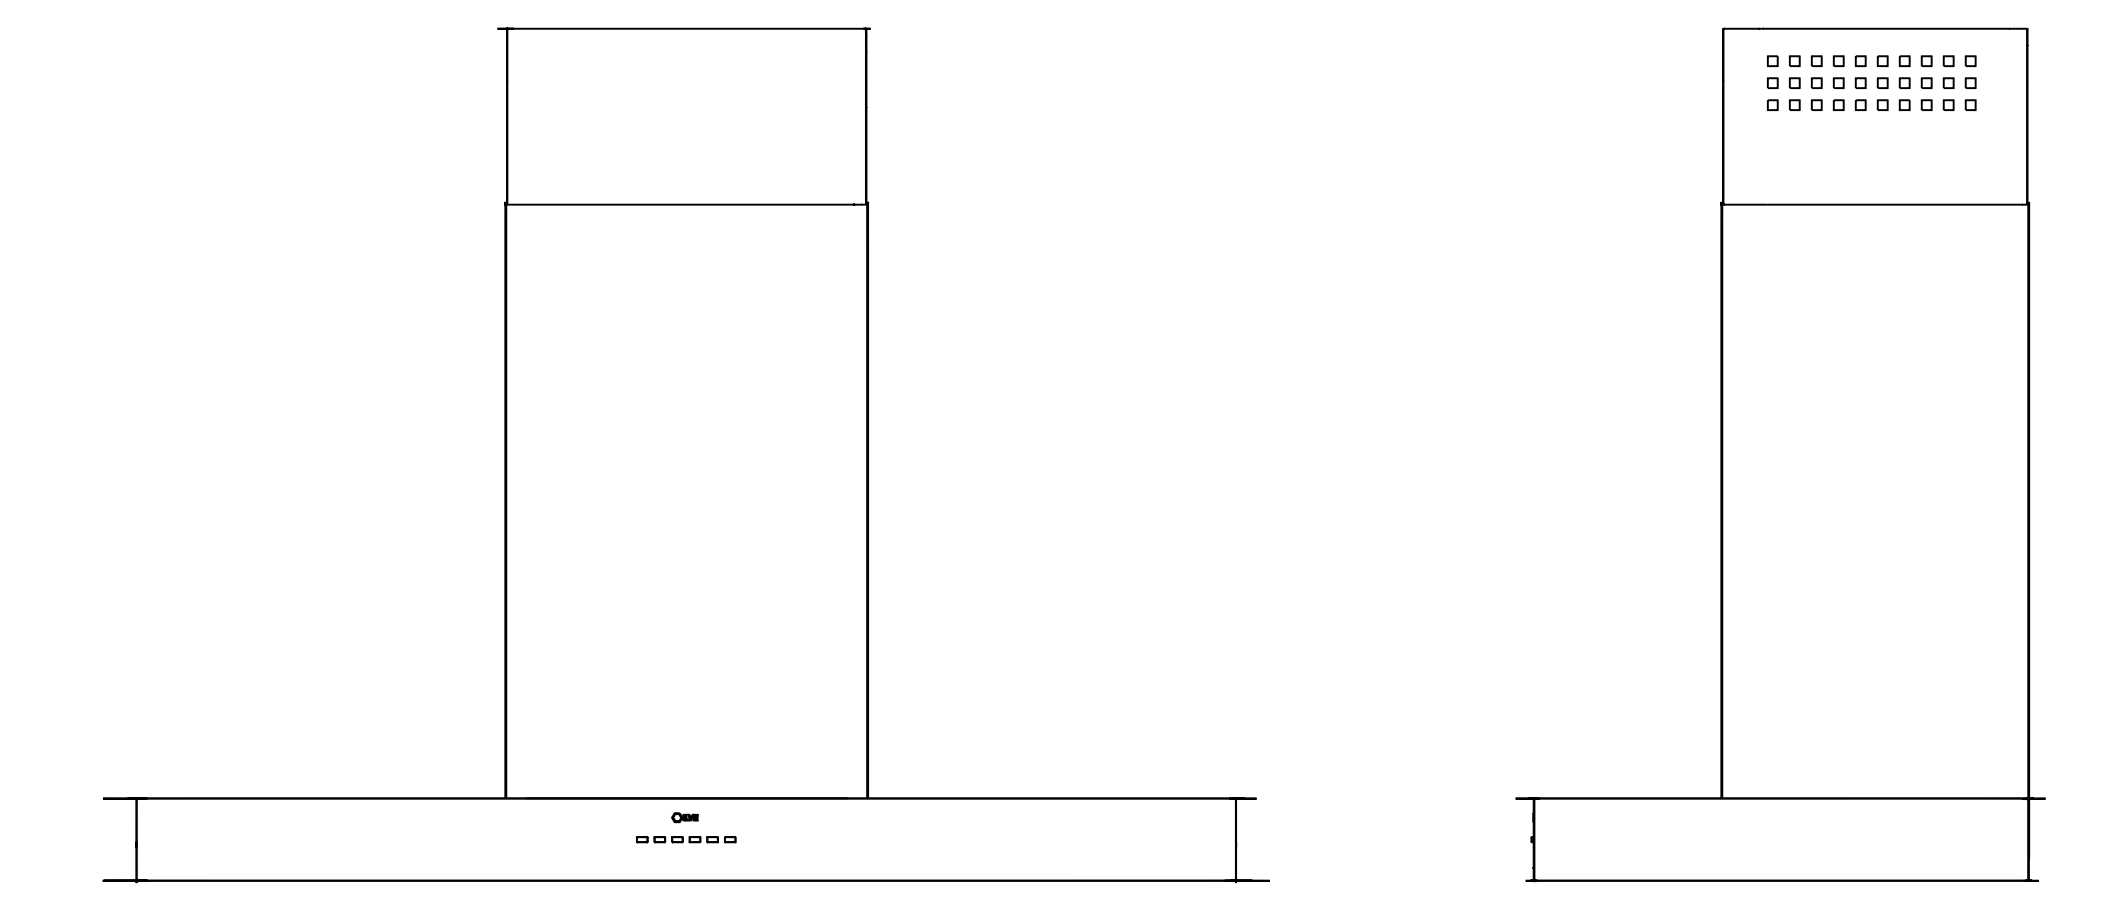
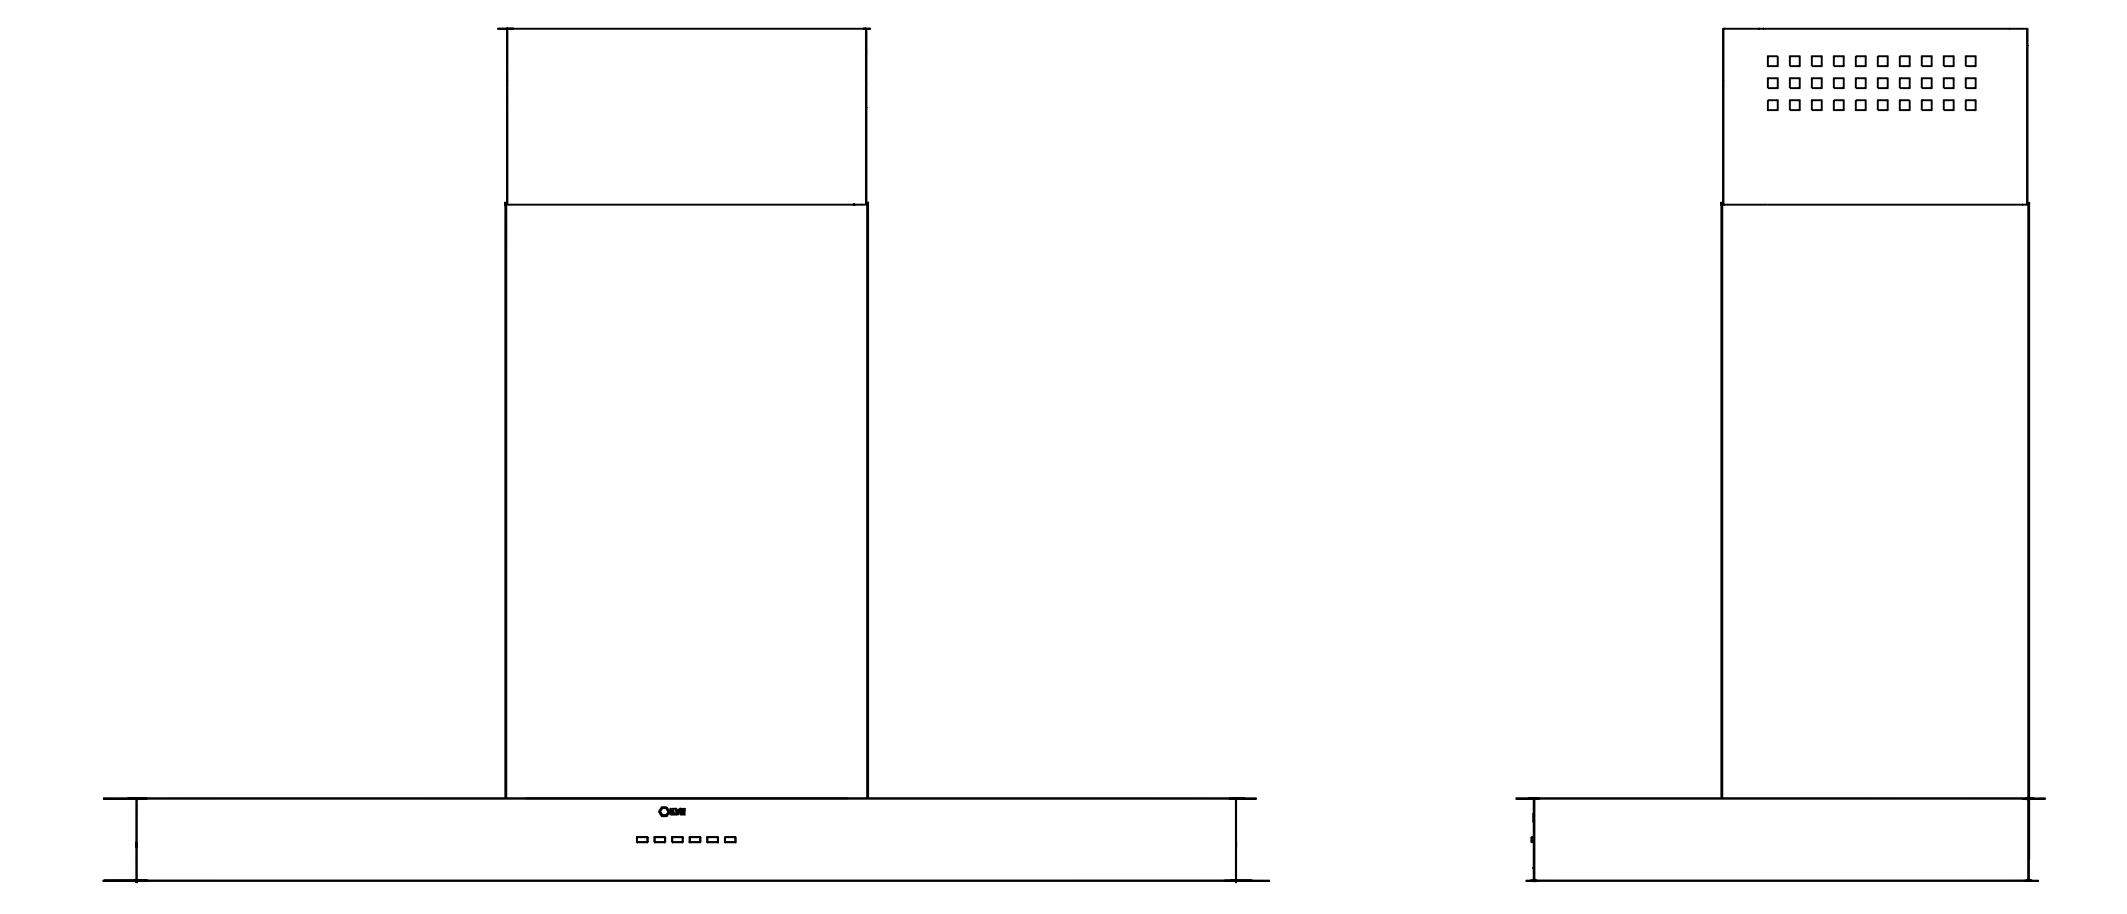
part at (684, 817) position: (684, 817) -> (671, 811)
